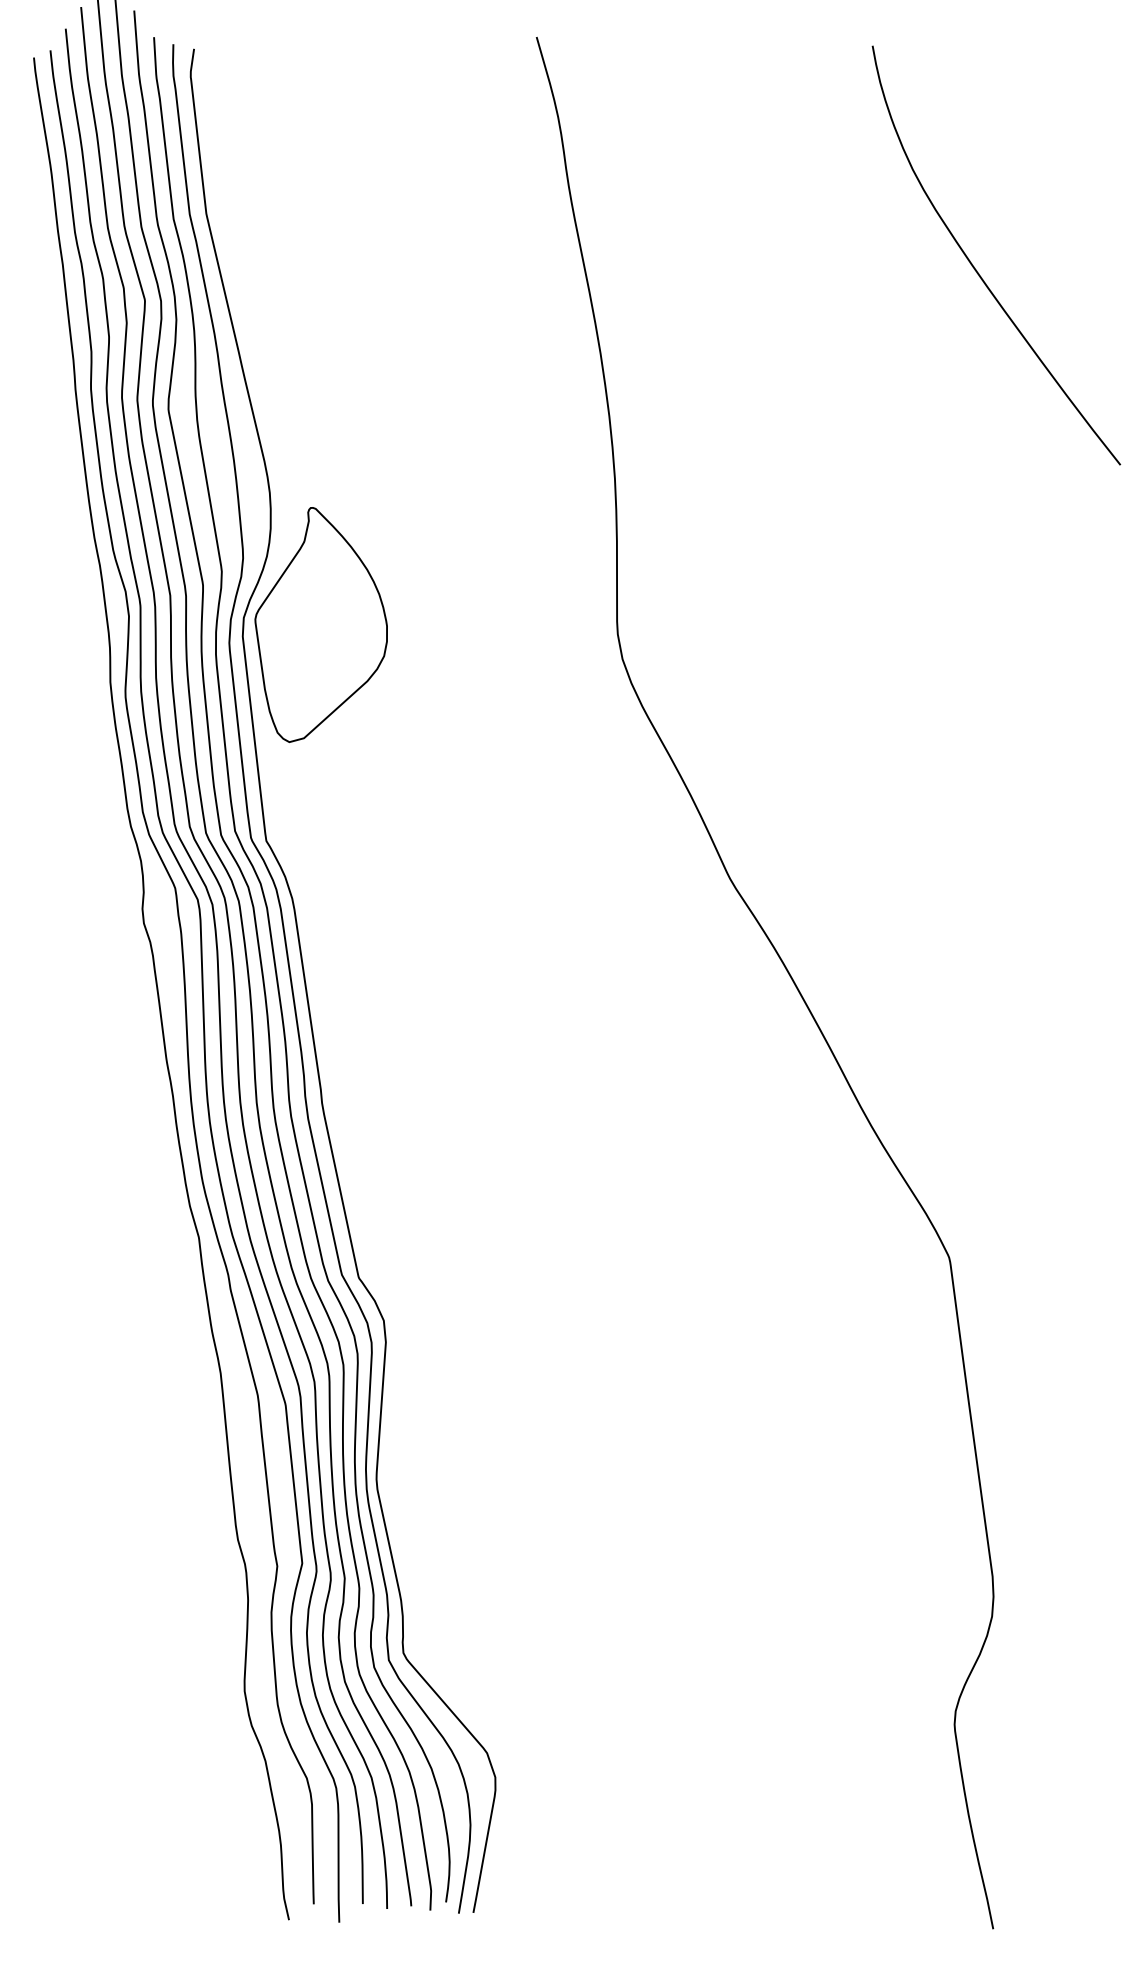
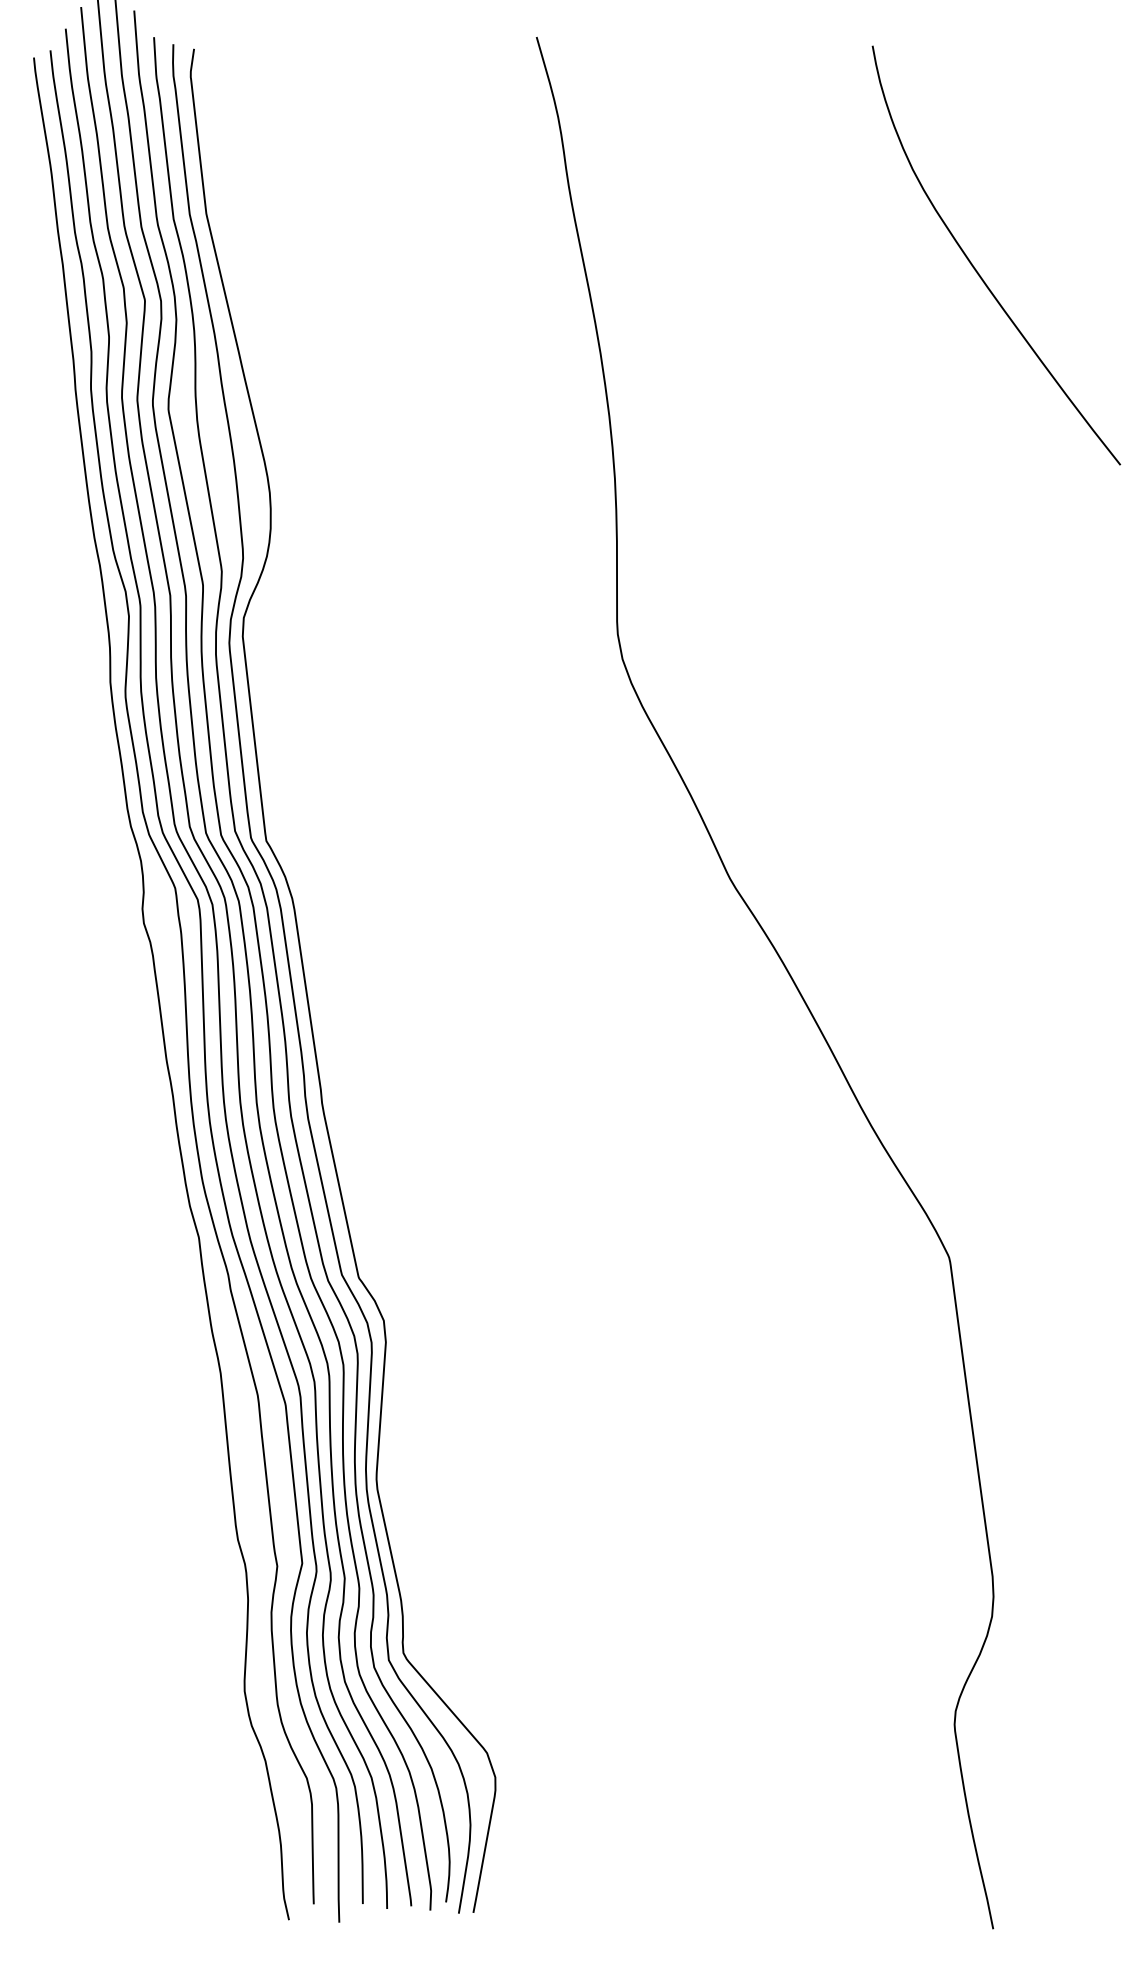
part at (320, 624): present -> none
